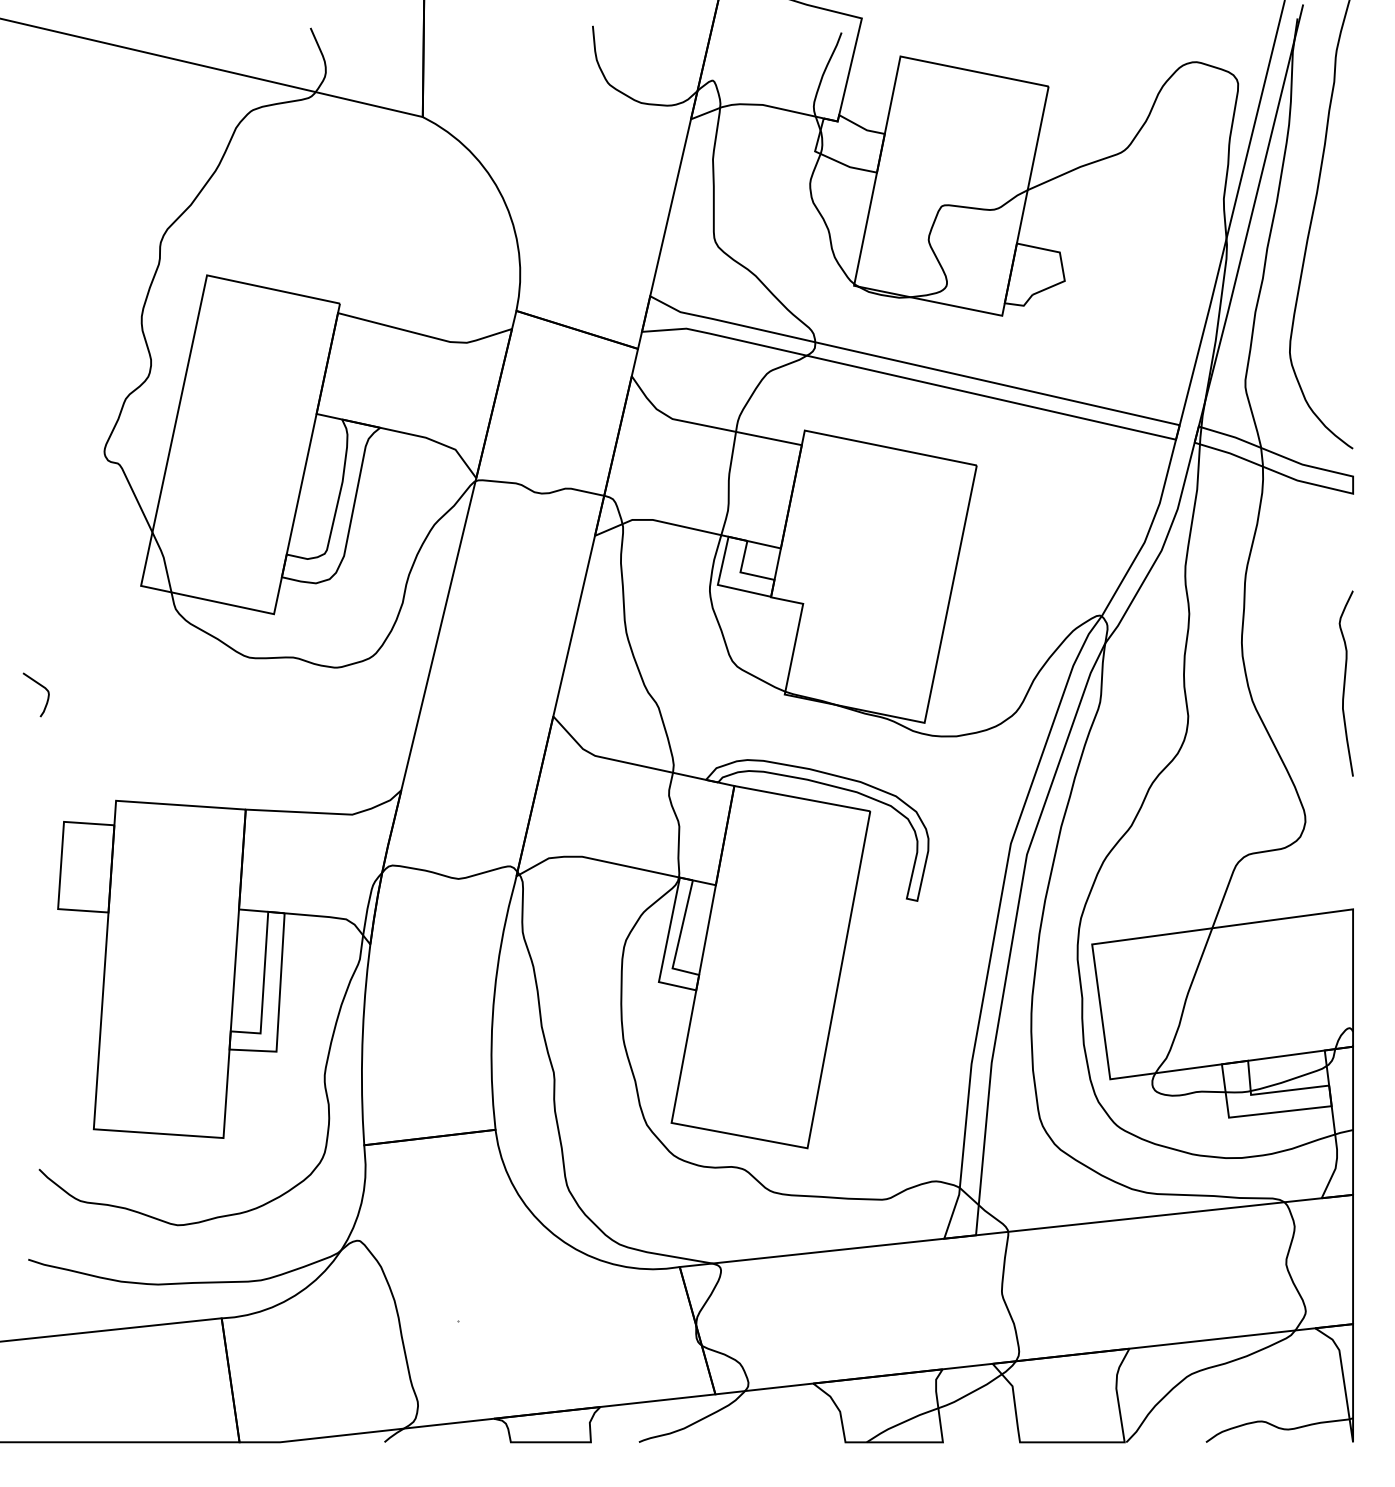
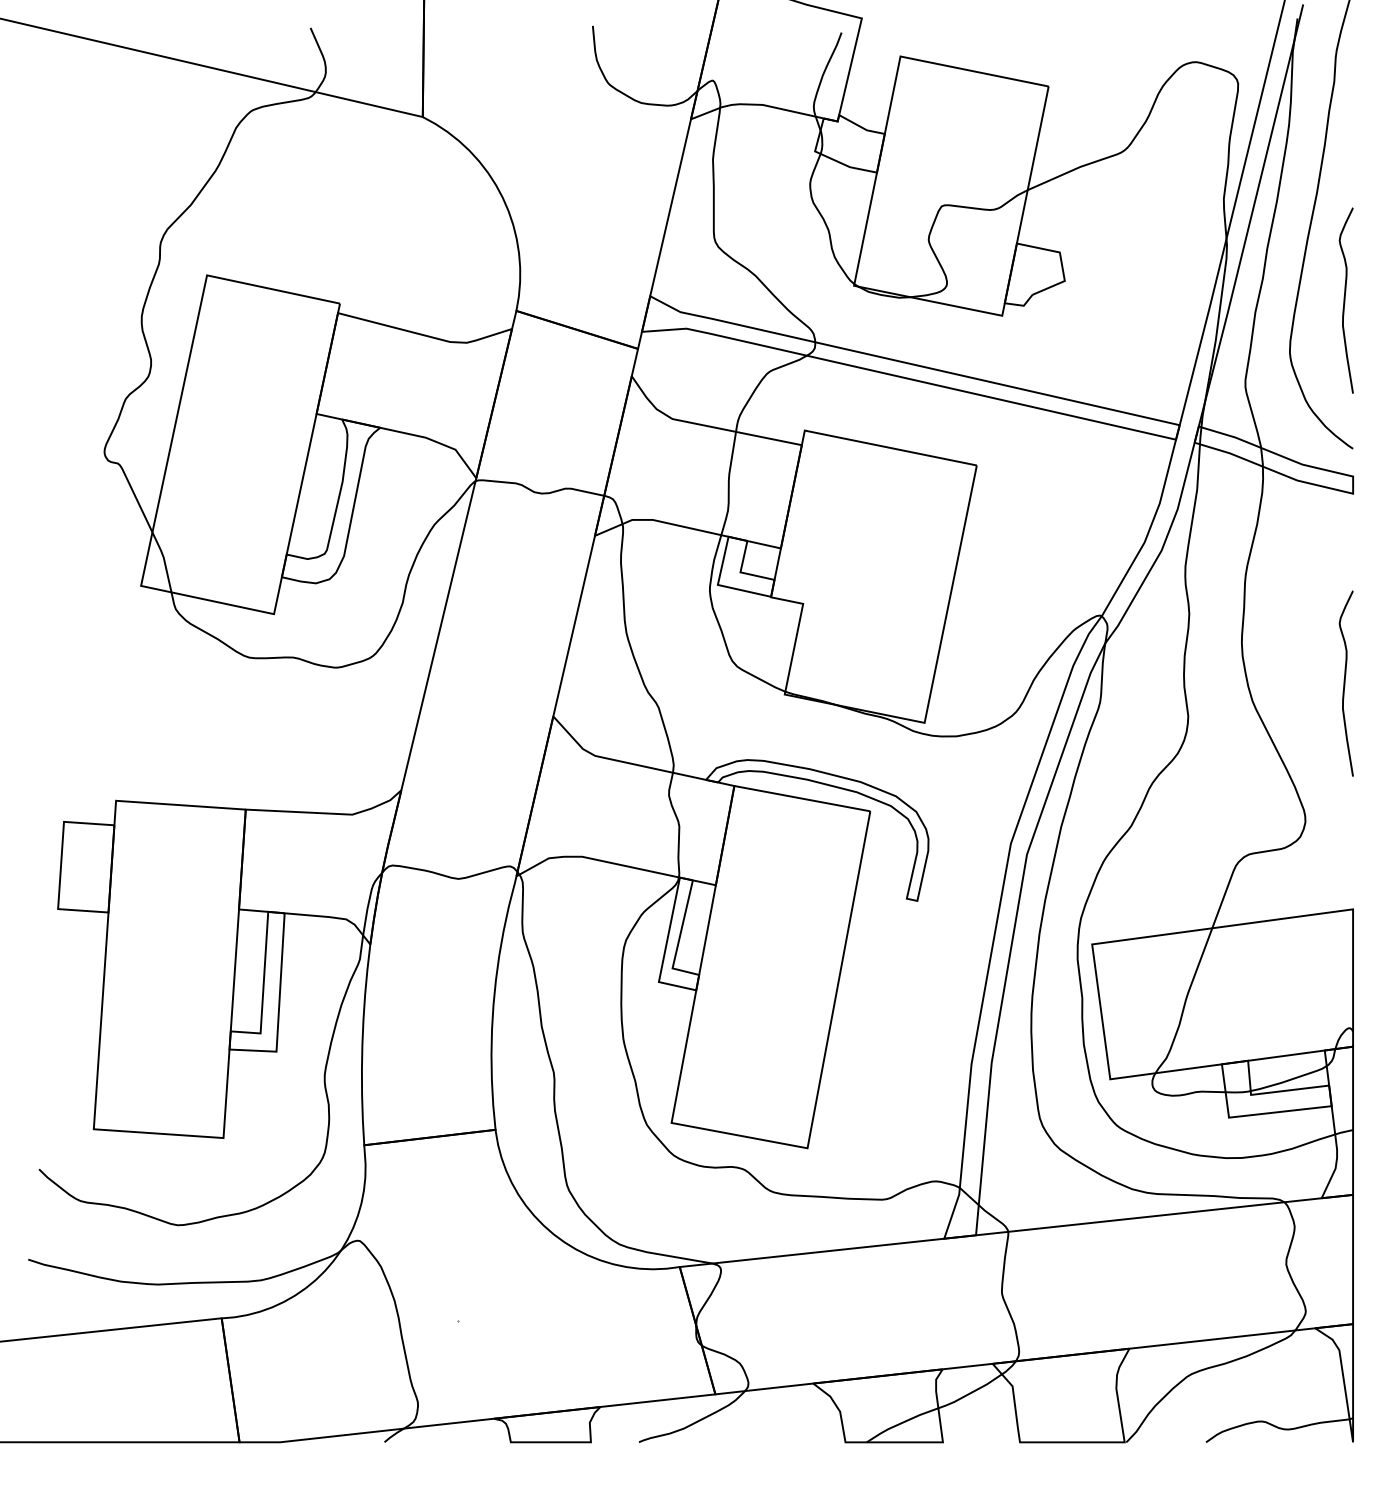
curve at (1345, 300): none -> present
curve at (39, 685): present -> none
